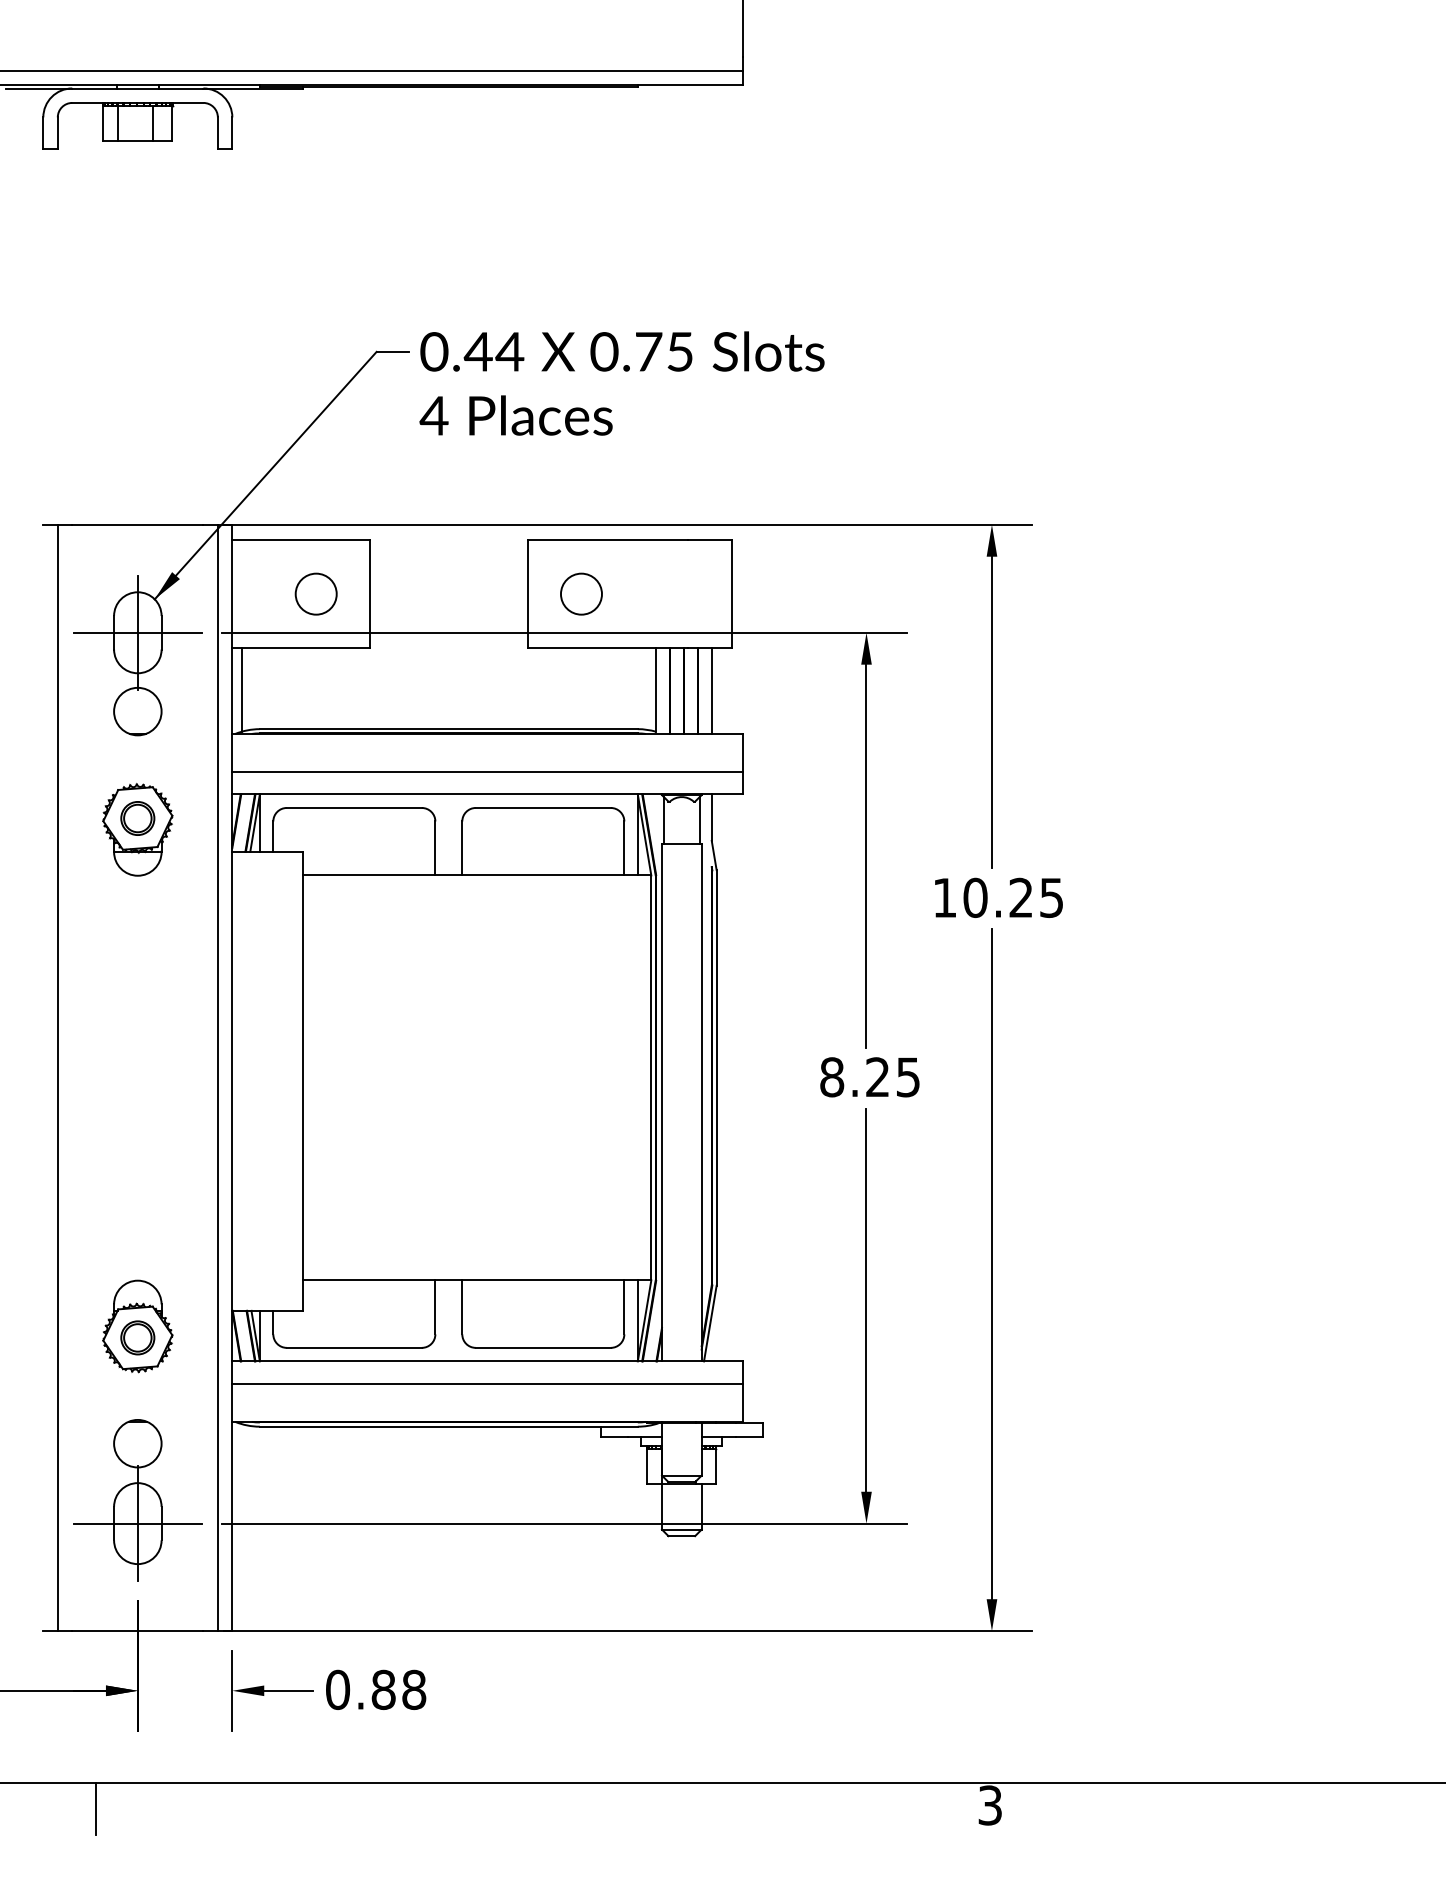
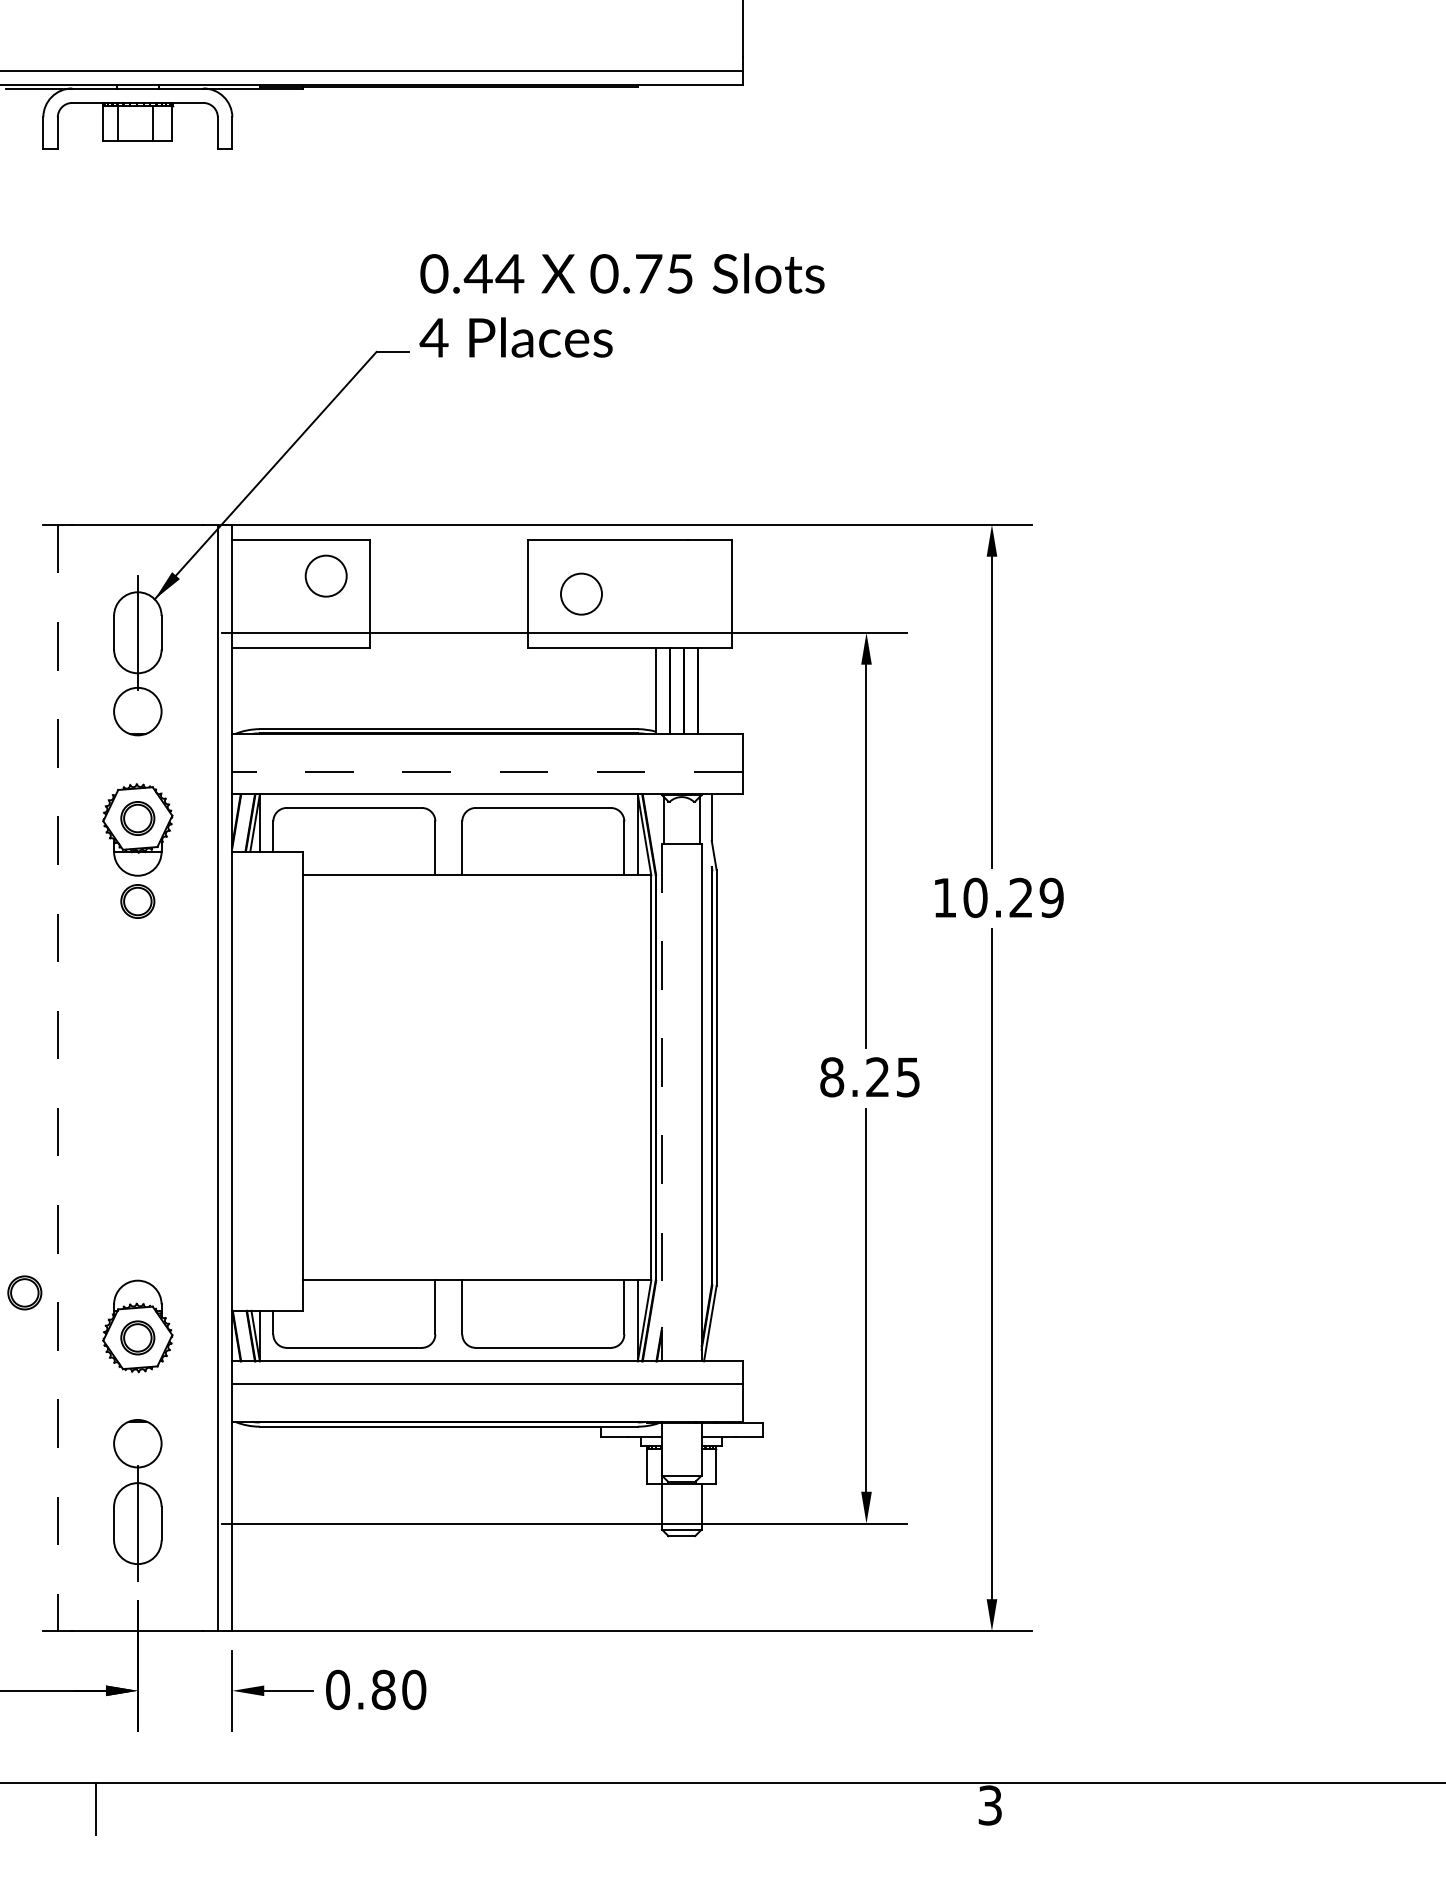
text at (621, 383) position: (621, 383) -> (621, 305)
circle at (315, 593) position: (315, 593) -> (325, 575)
line at (137, 632): present -> none
line at (241, 689): present -> none
line at (711, 691): present -> none
line at (486, 772): solid -> dashed
text at (1051, 897): 10.25 -> 10.29
part at (137, 901): none -> present
line at (57, 1078): solid -> dashed
line at (662, 1102): solid -> dashed
part at (24, 1292): none -> present
line at (137, 1523): present -> none
text at (414, 1689): 0.88 -> 0.80
